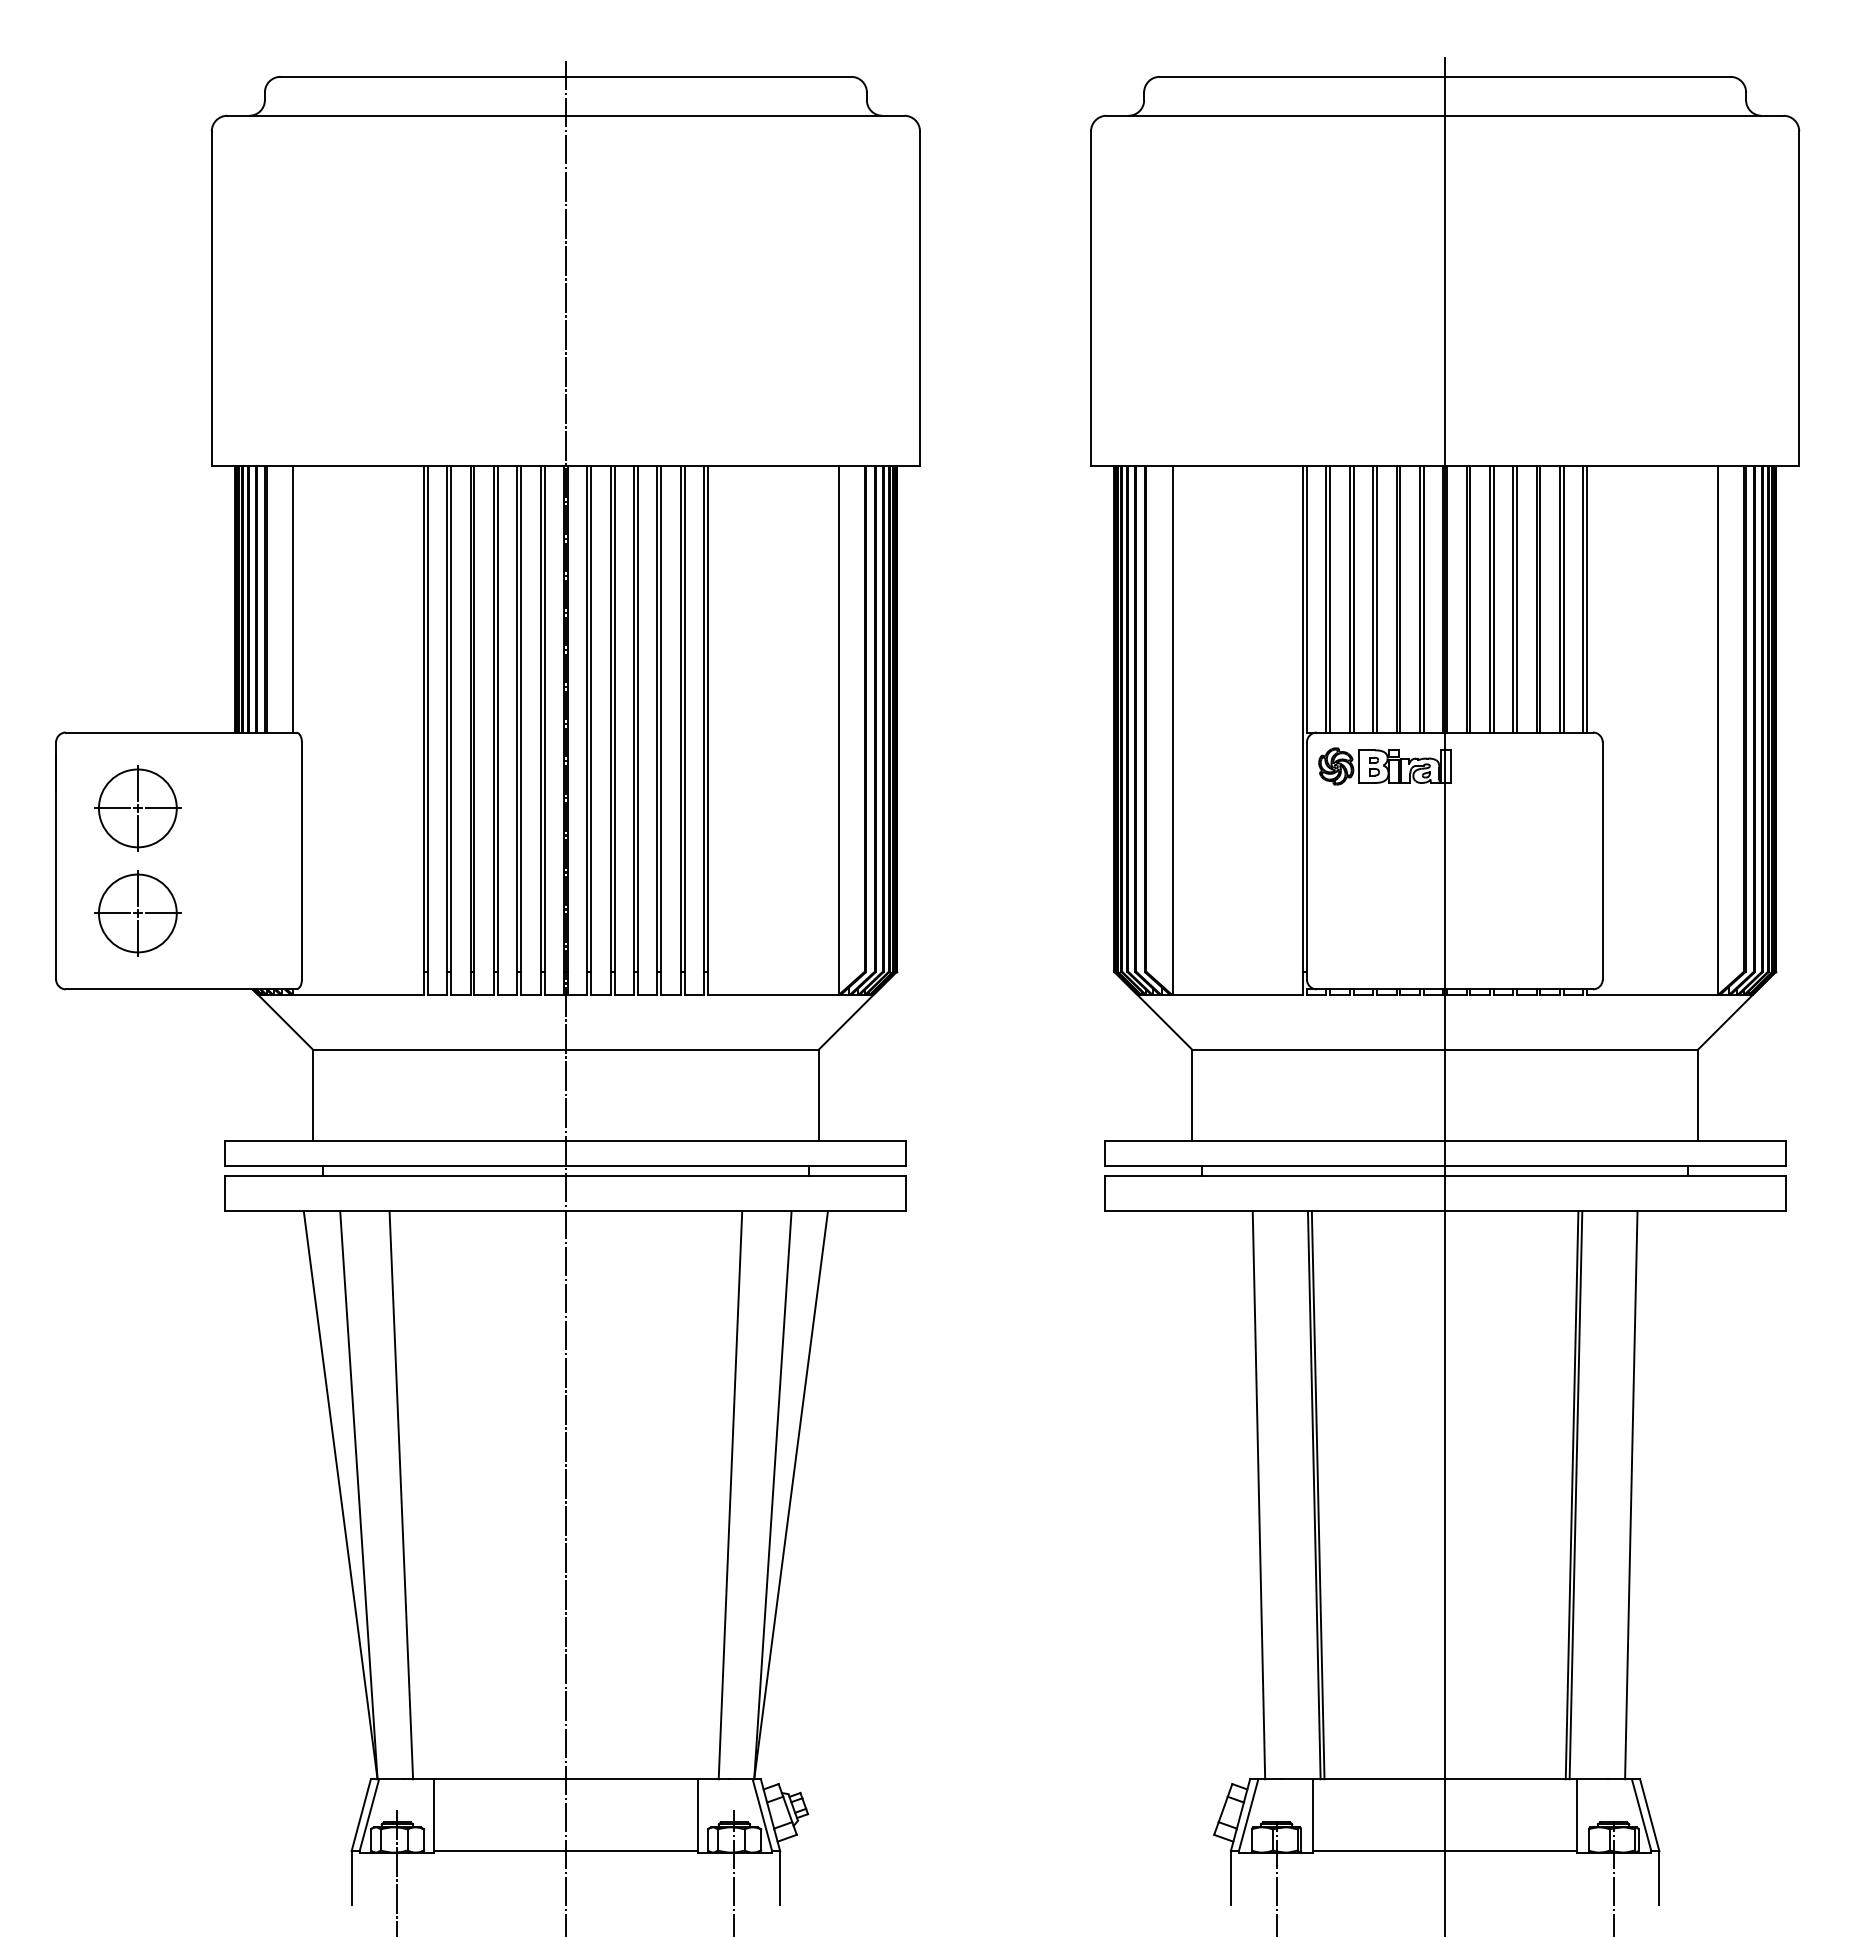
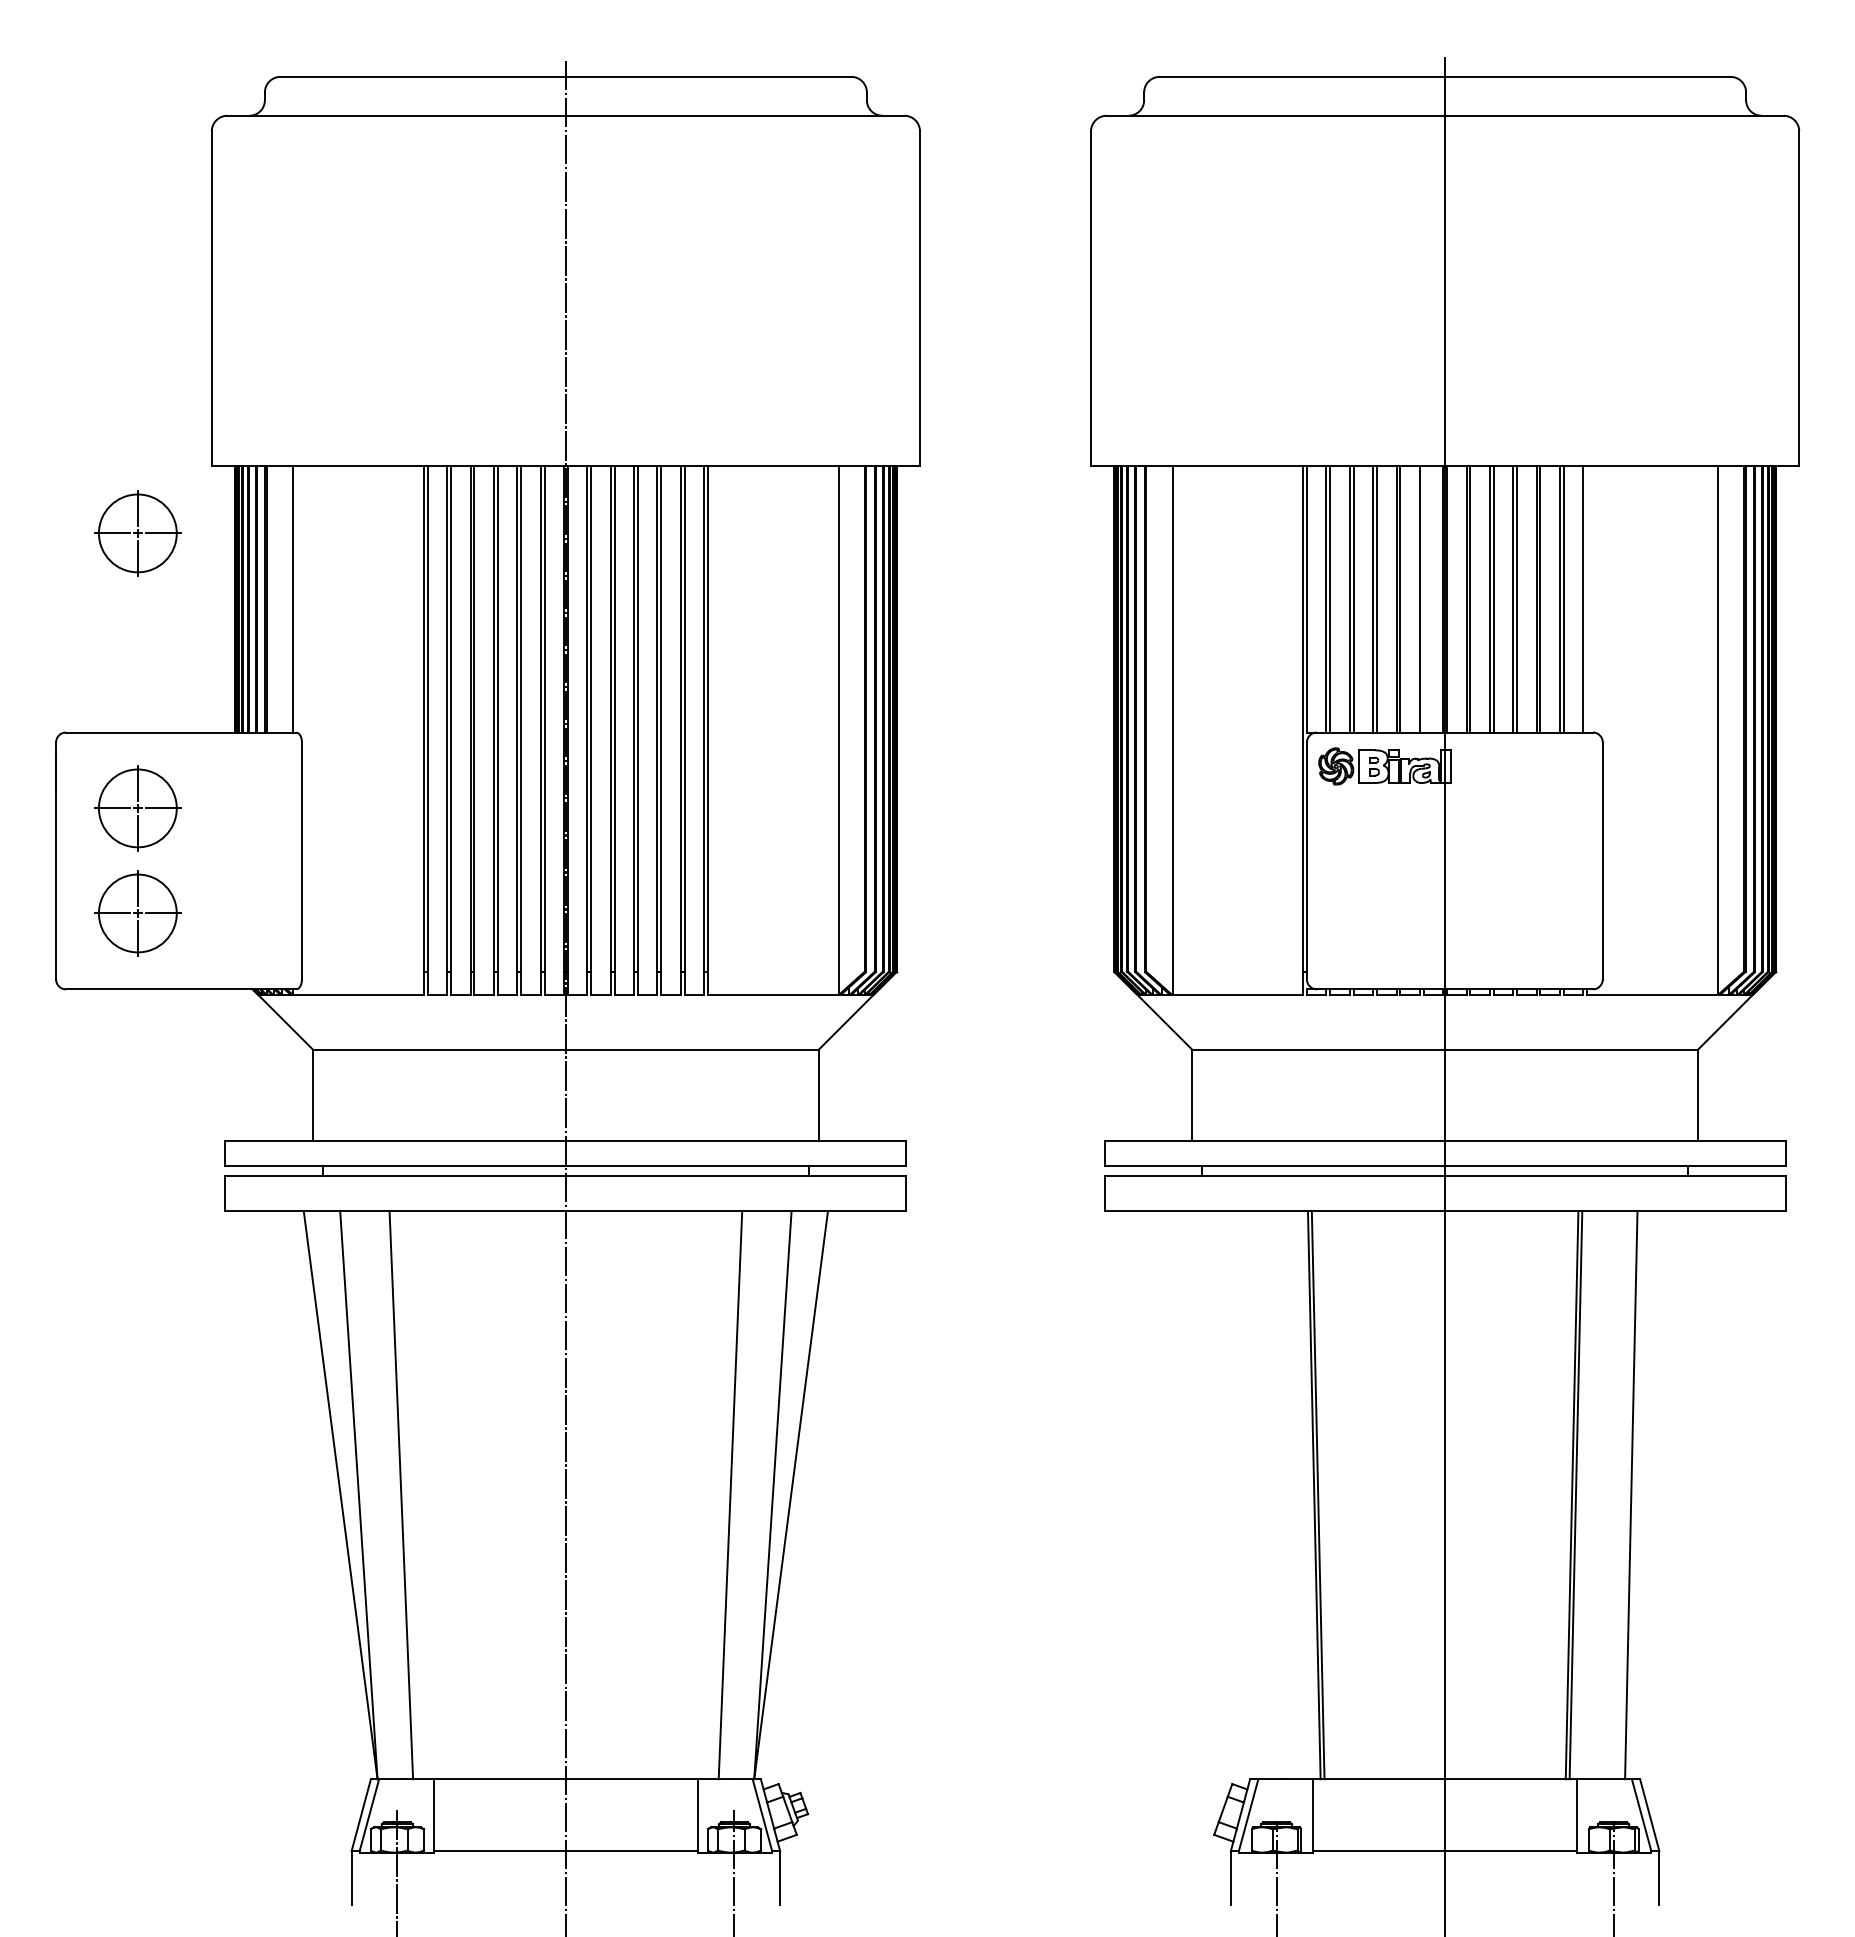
part at (137, 533): none -> present
line at (1423, 599): present -> none
line at (1587, 599): present -> none
line at (1258, 1495): present -> none
